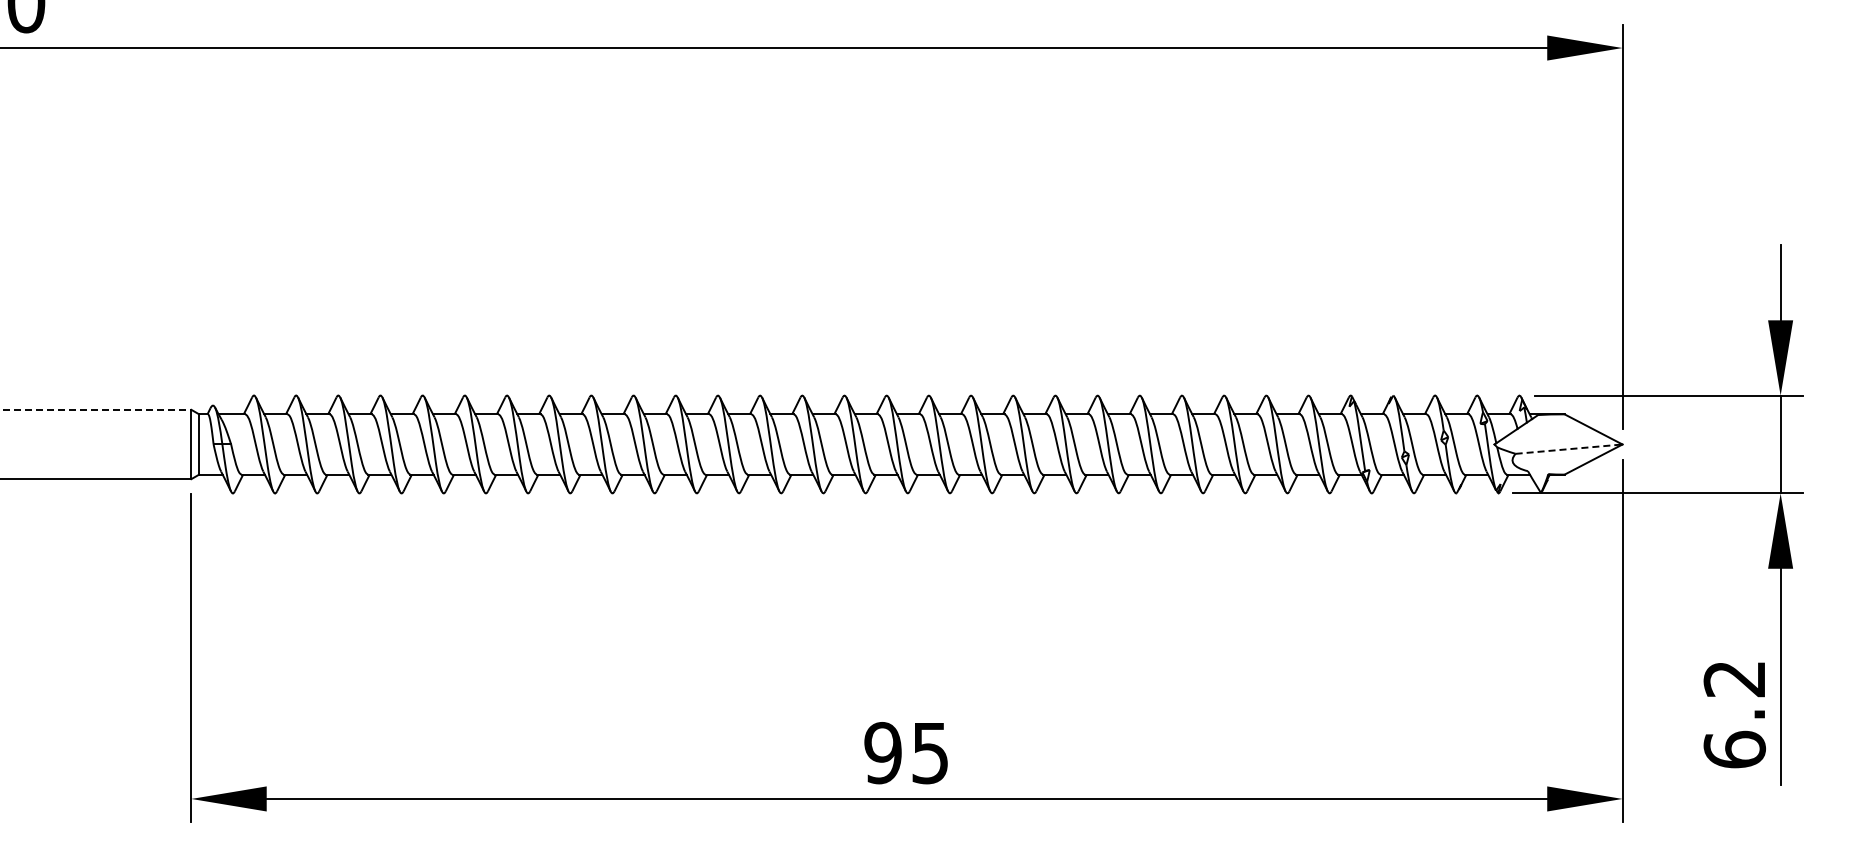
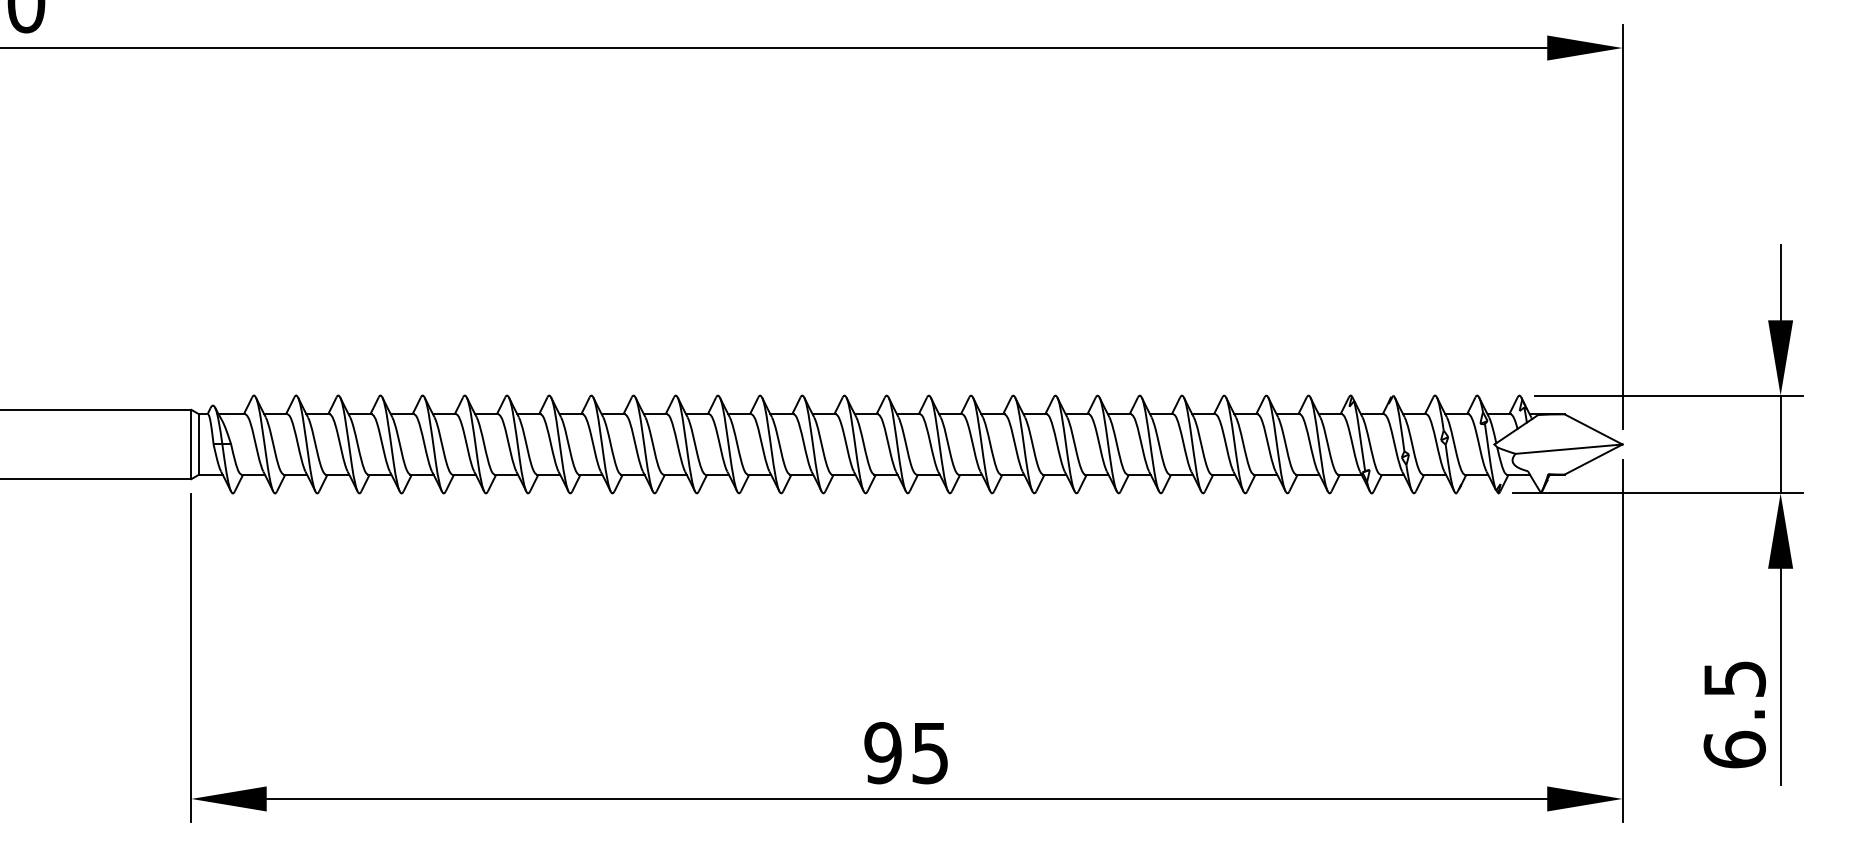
line at (96, 409): dashed -> solid
line at (1569, 449): dashed -> solid
text at (1734, 679): 6.2 -> 6.5
